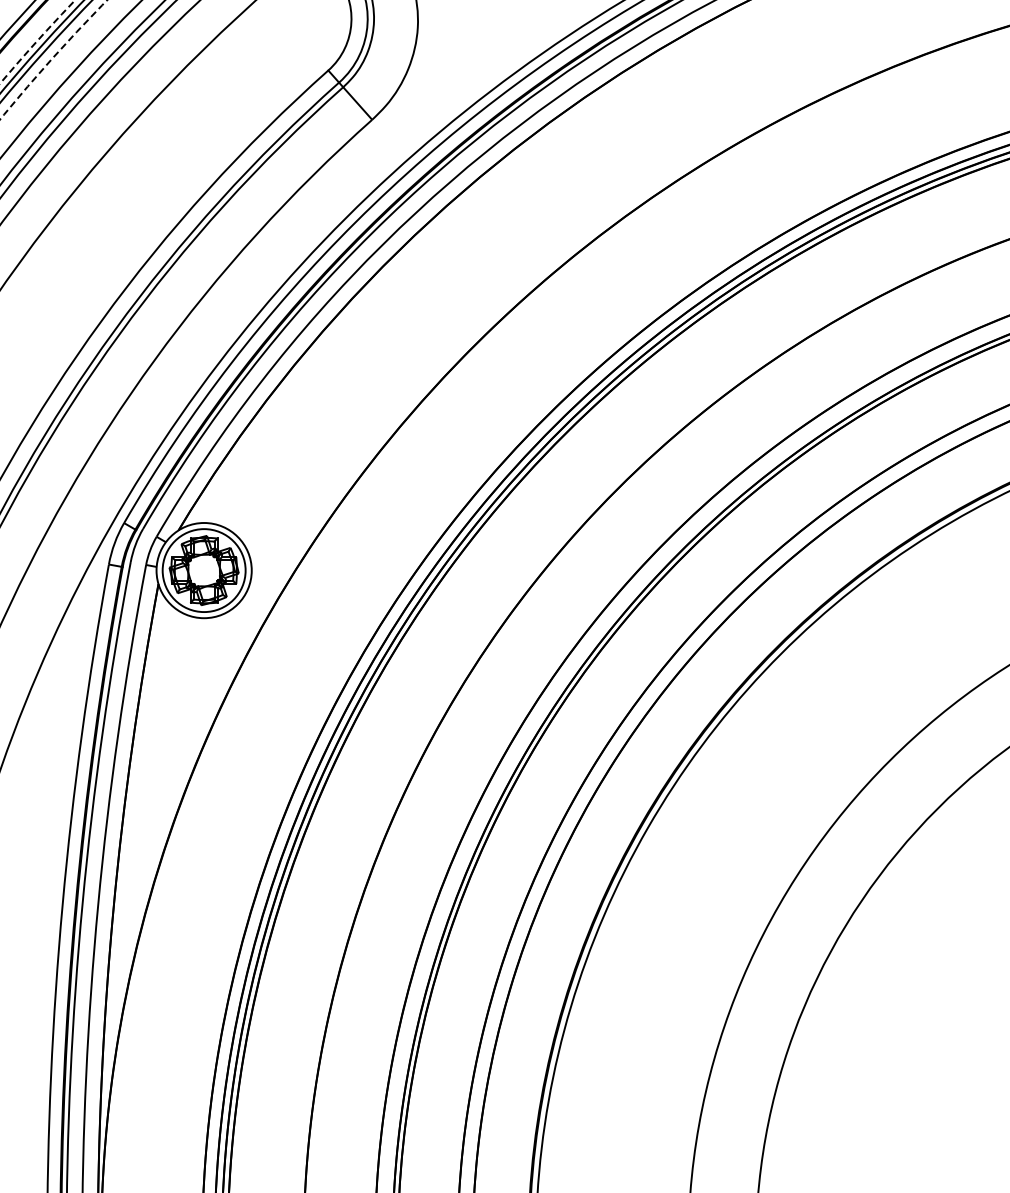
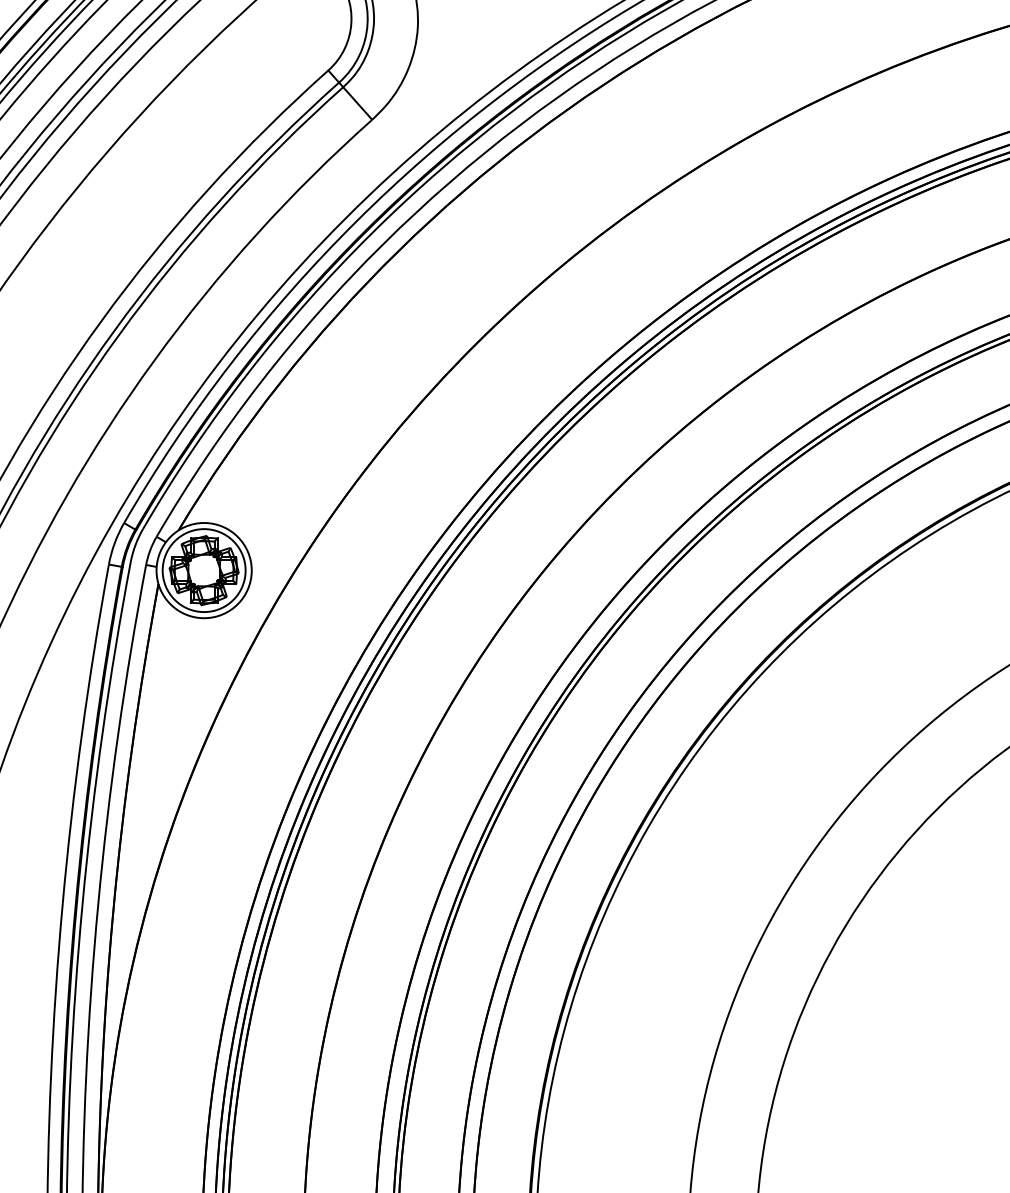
arc at (36, 41): dashed -> solid
arc at (51, 59): dashed -> solid
